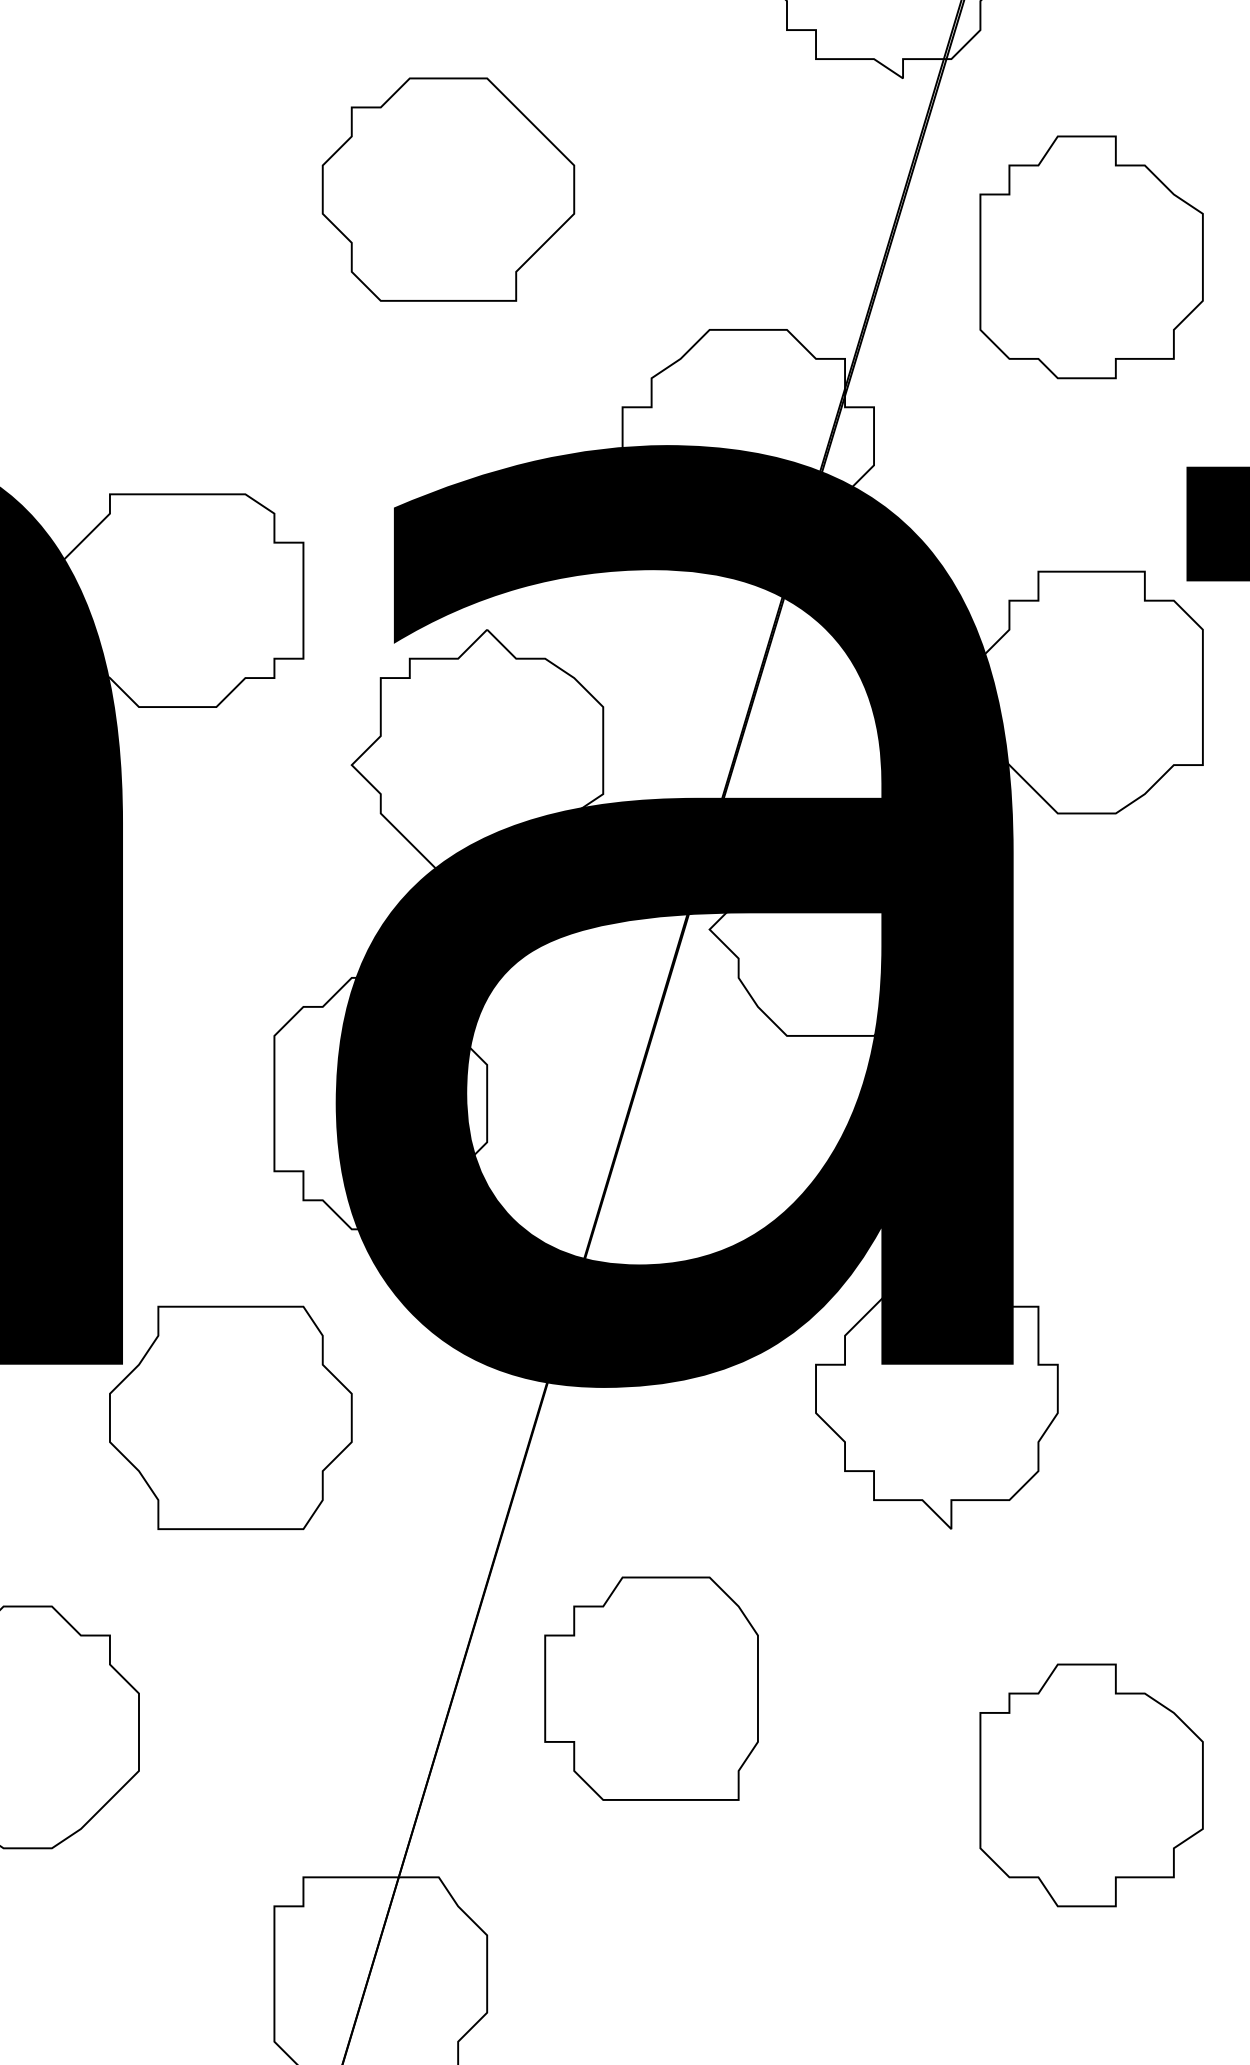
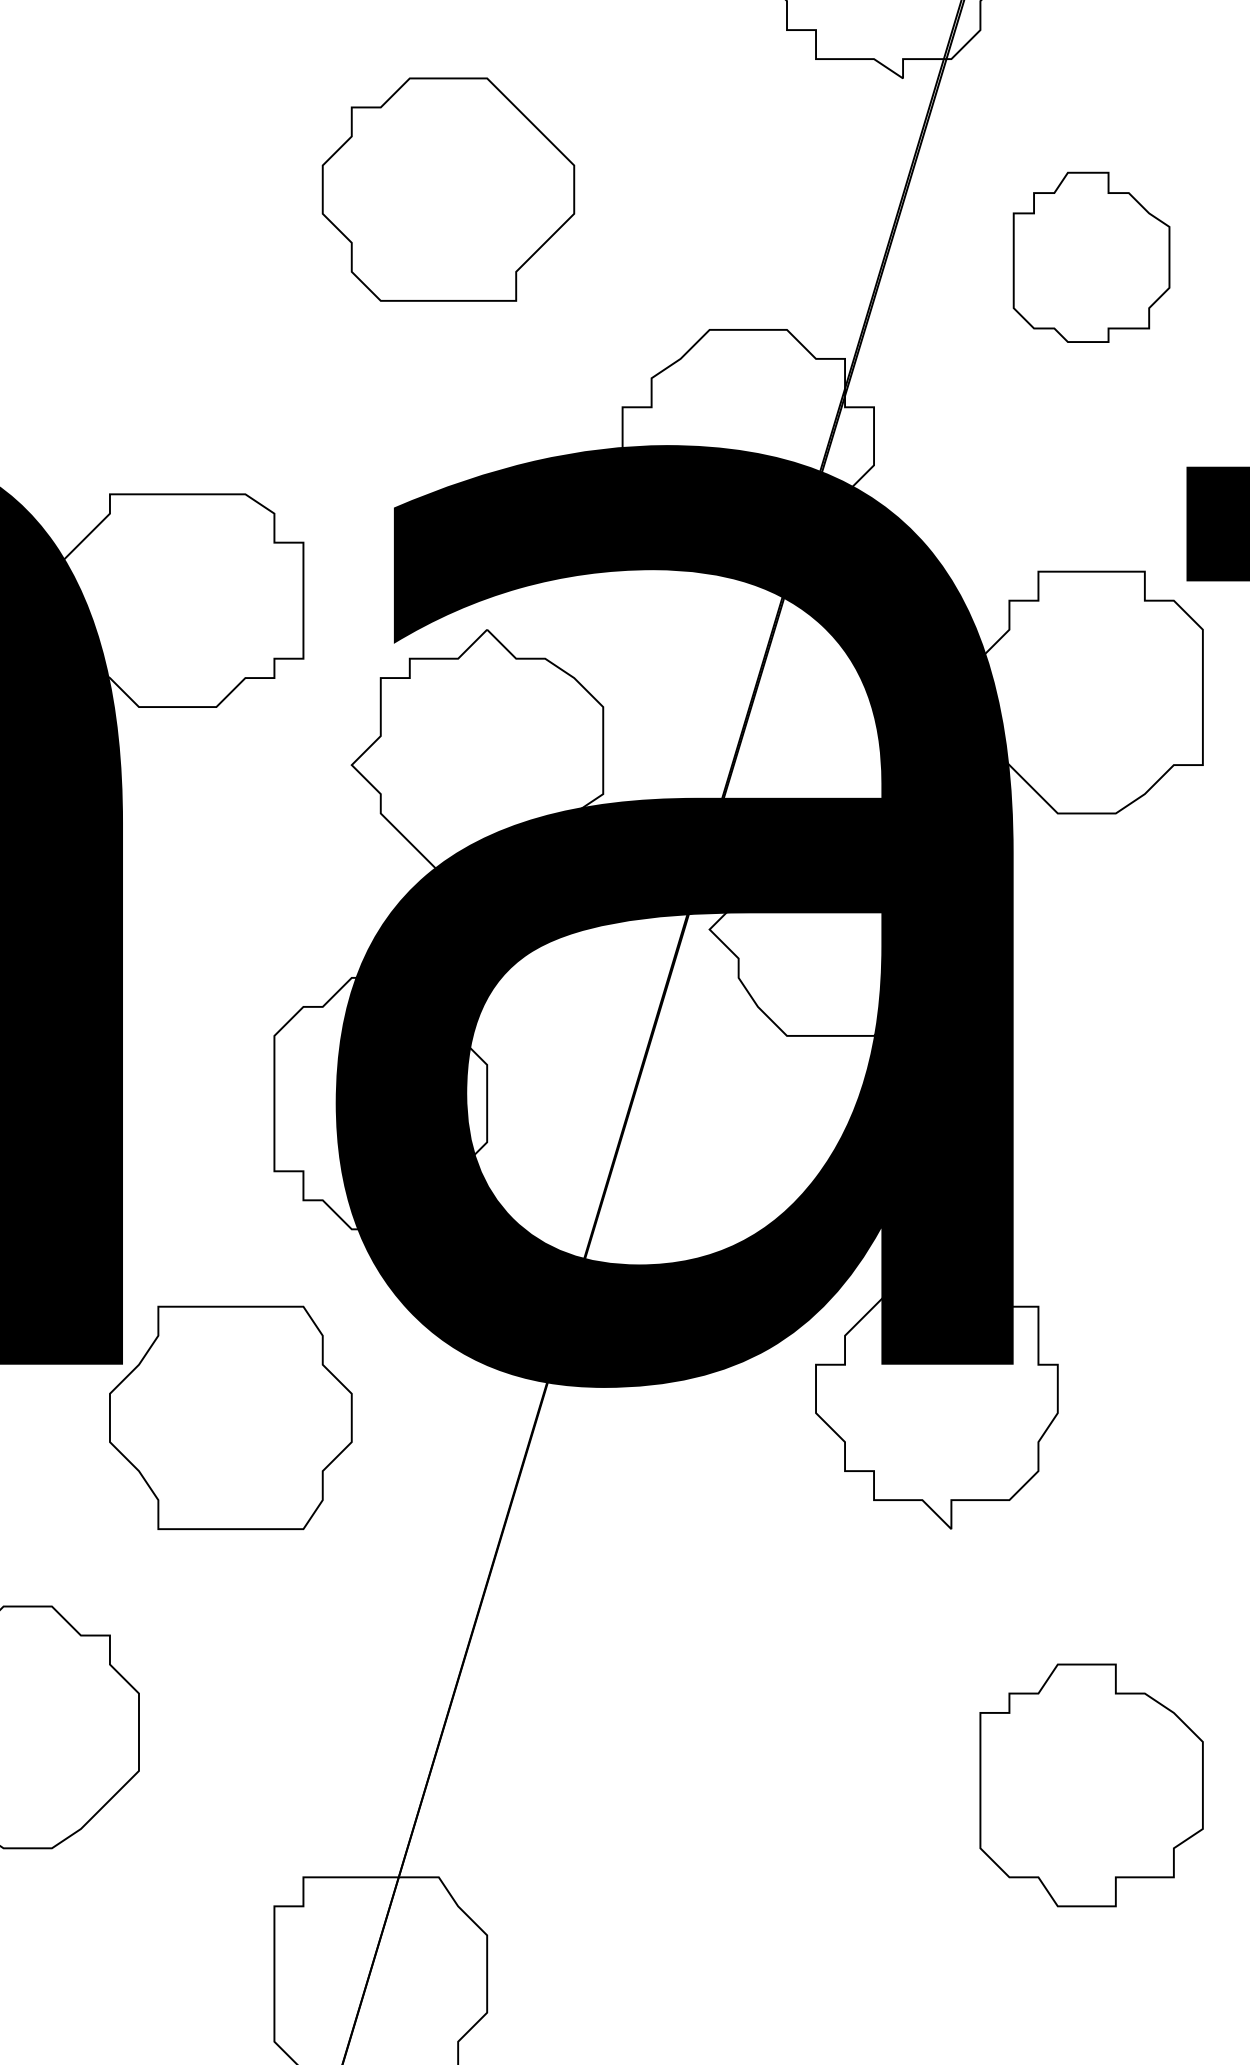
part at (1091, 257) size: 225x245 px -> 159x172 px
part at (651, 1688): present -> none
